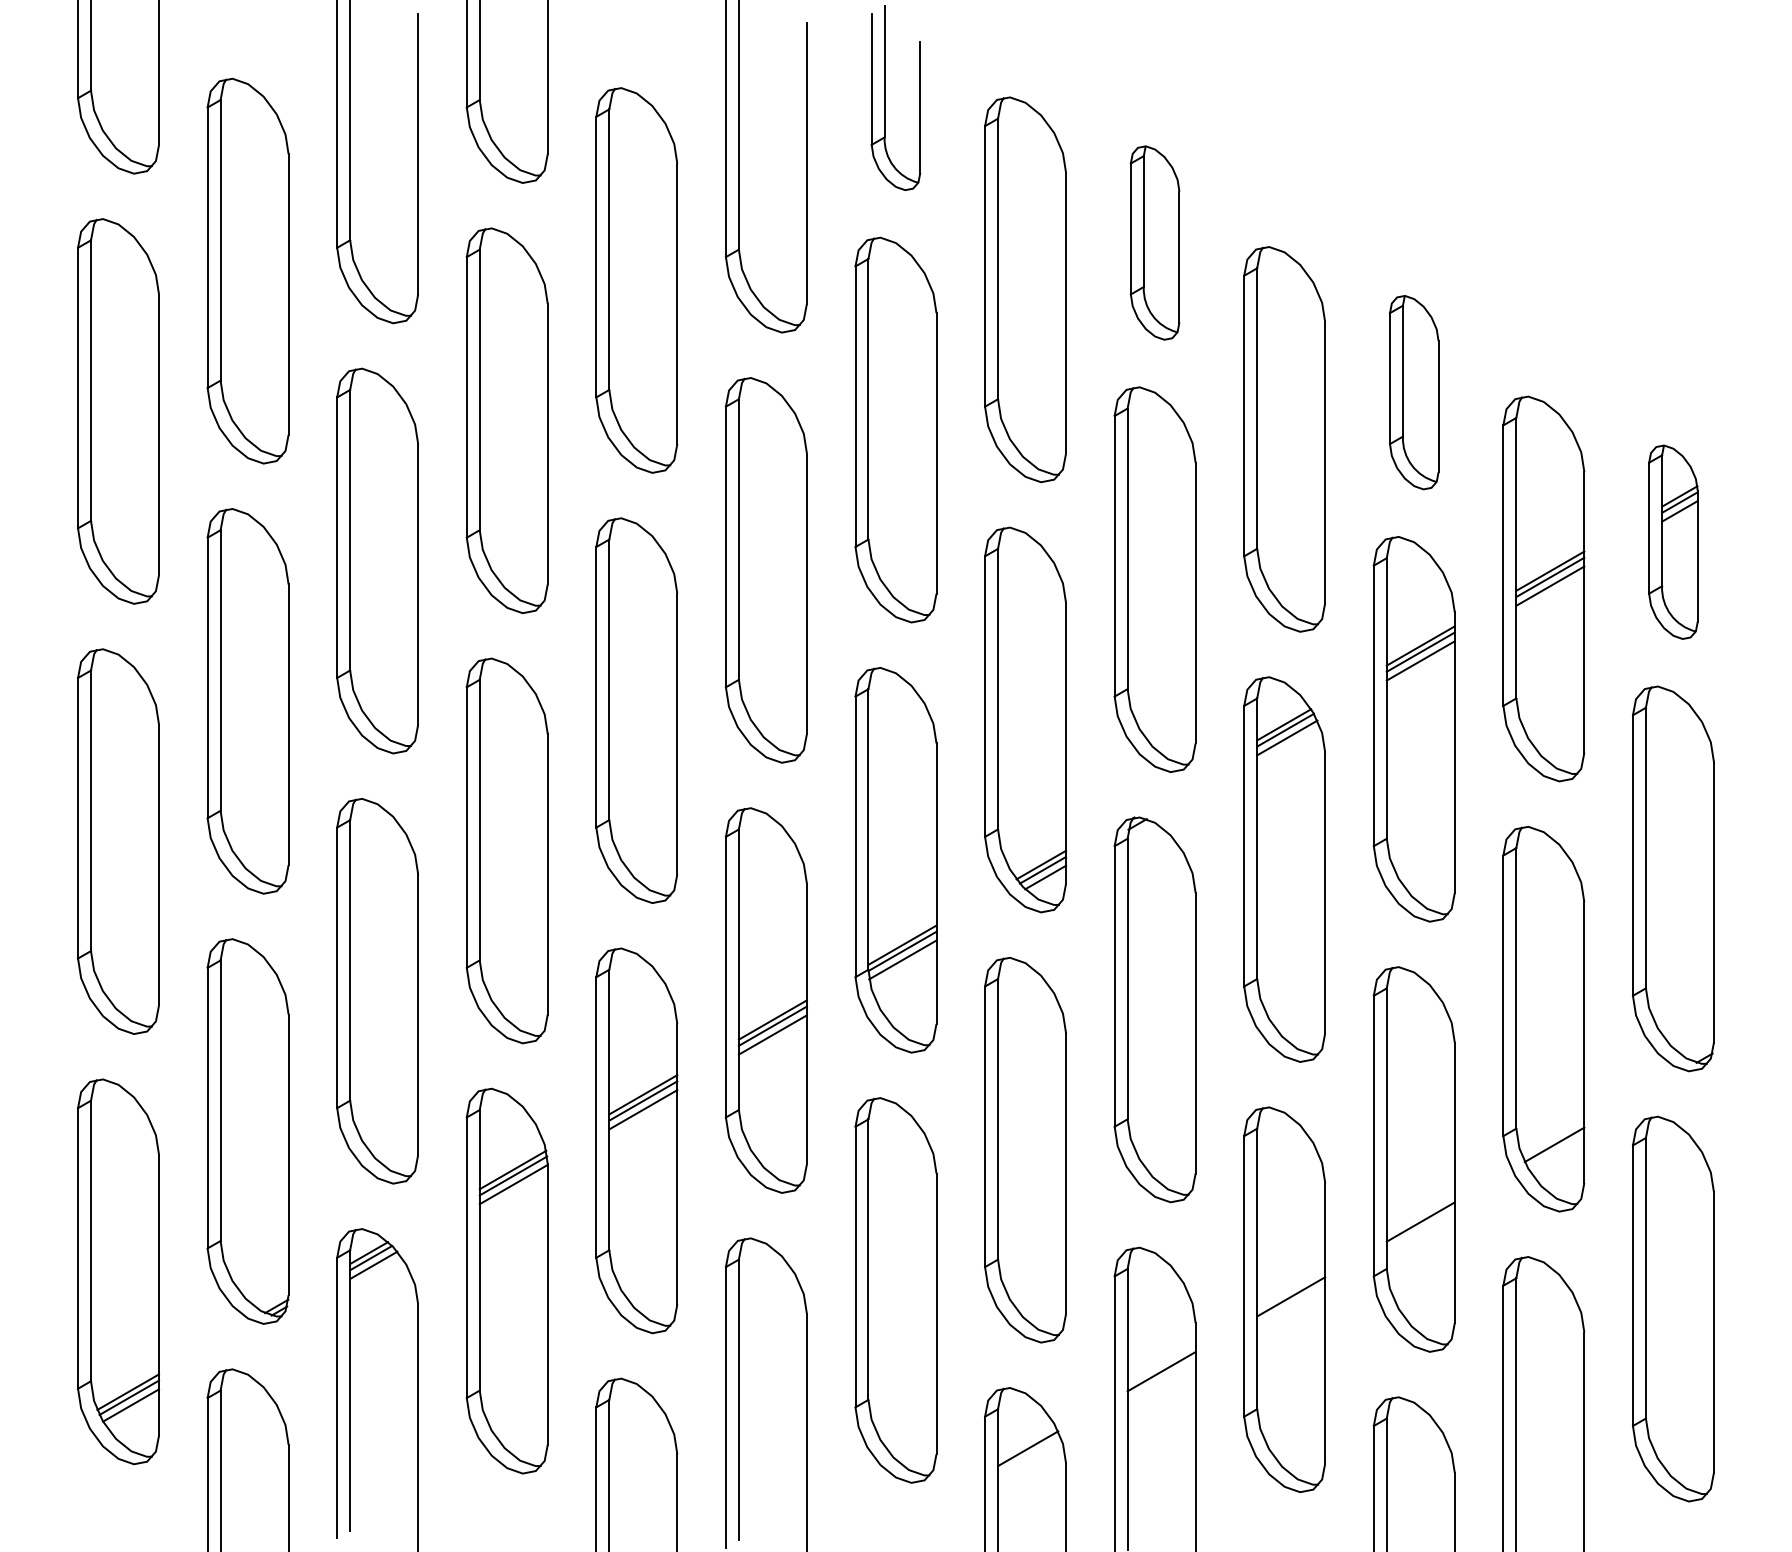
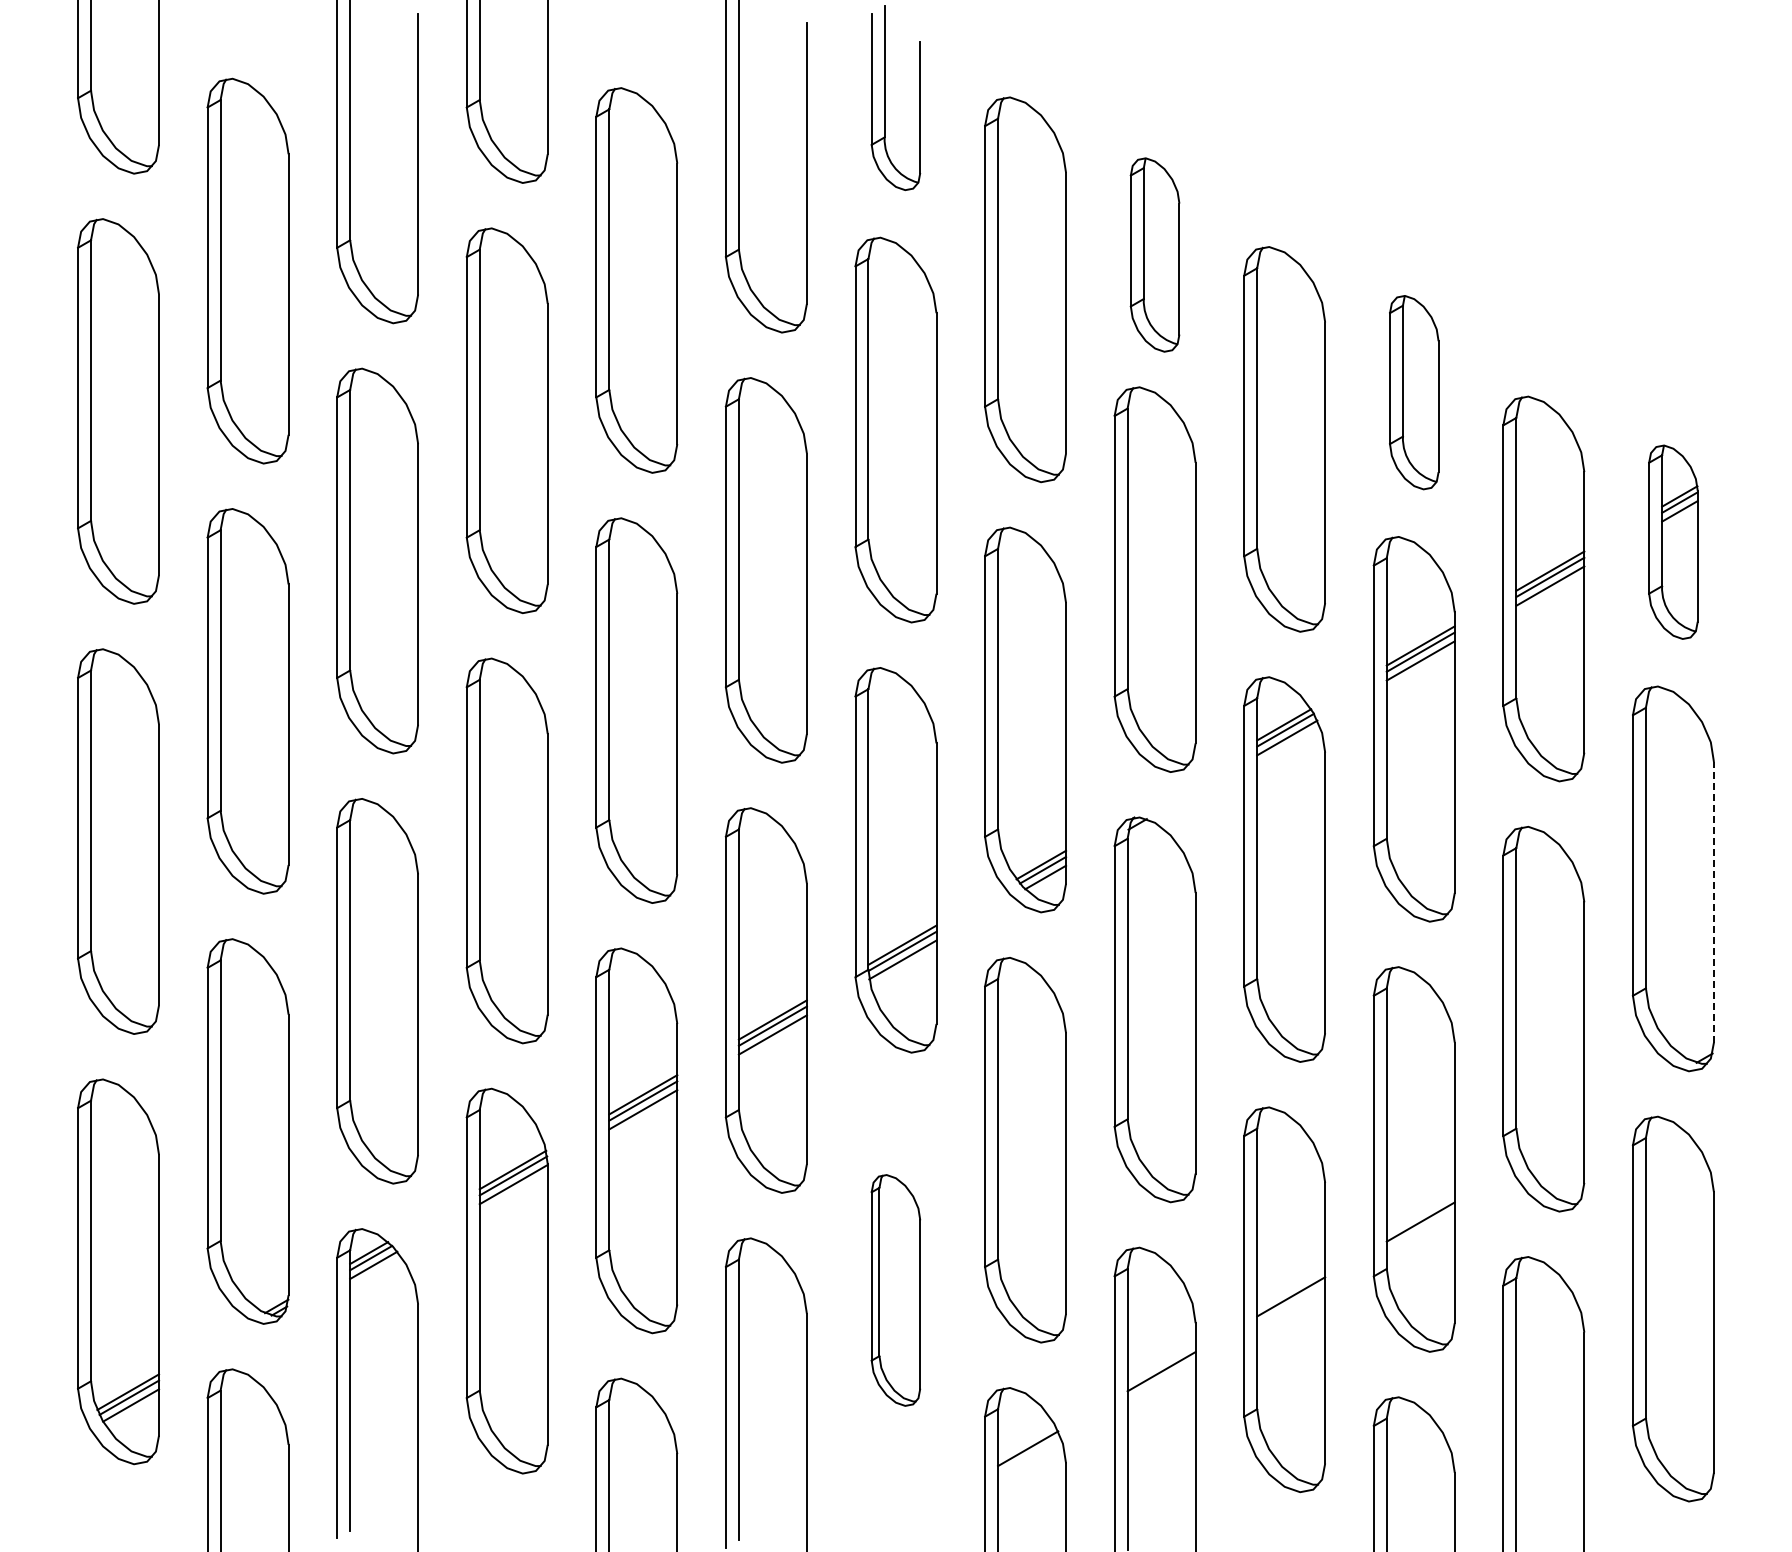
part at (1154, 242) position: (1154, 242) -> (1154, 254)
line at (1713, 901): solid -> dashed
line at (1554, 1144): present -> none
part at (895, 1290) size: 84x387 px -> 52x233 px
